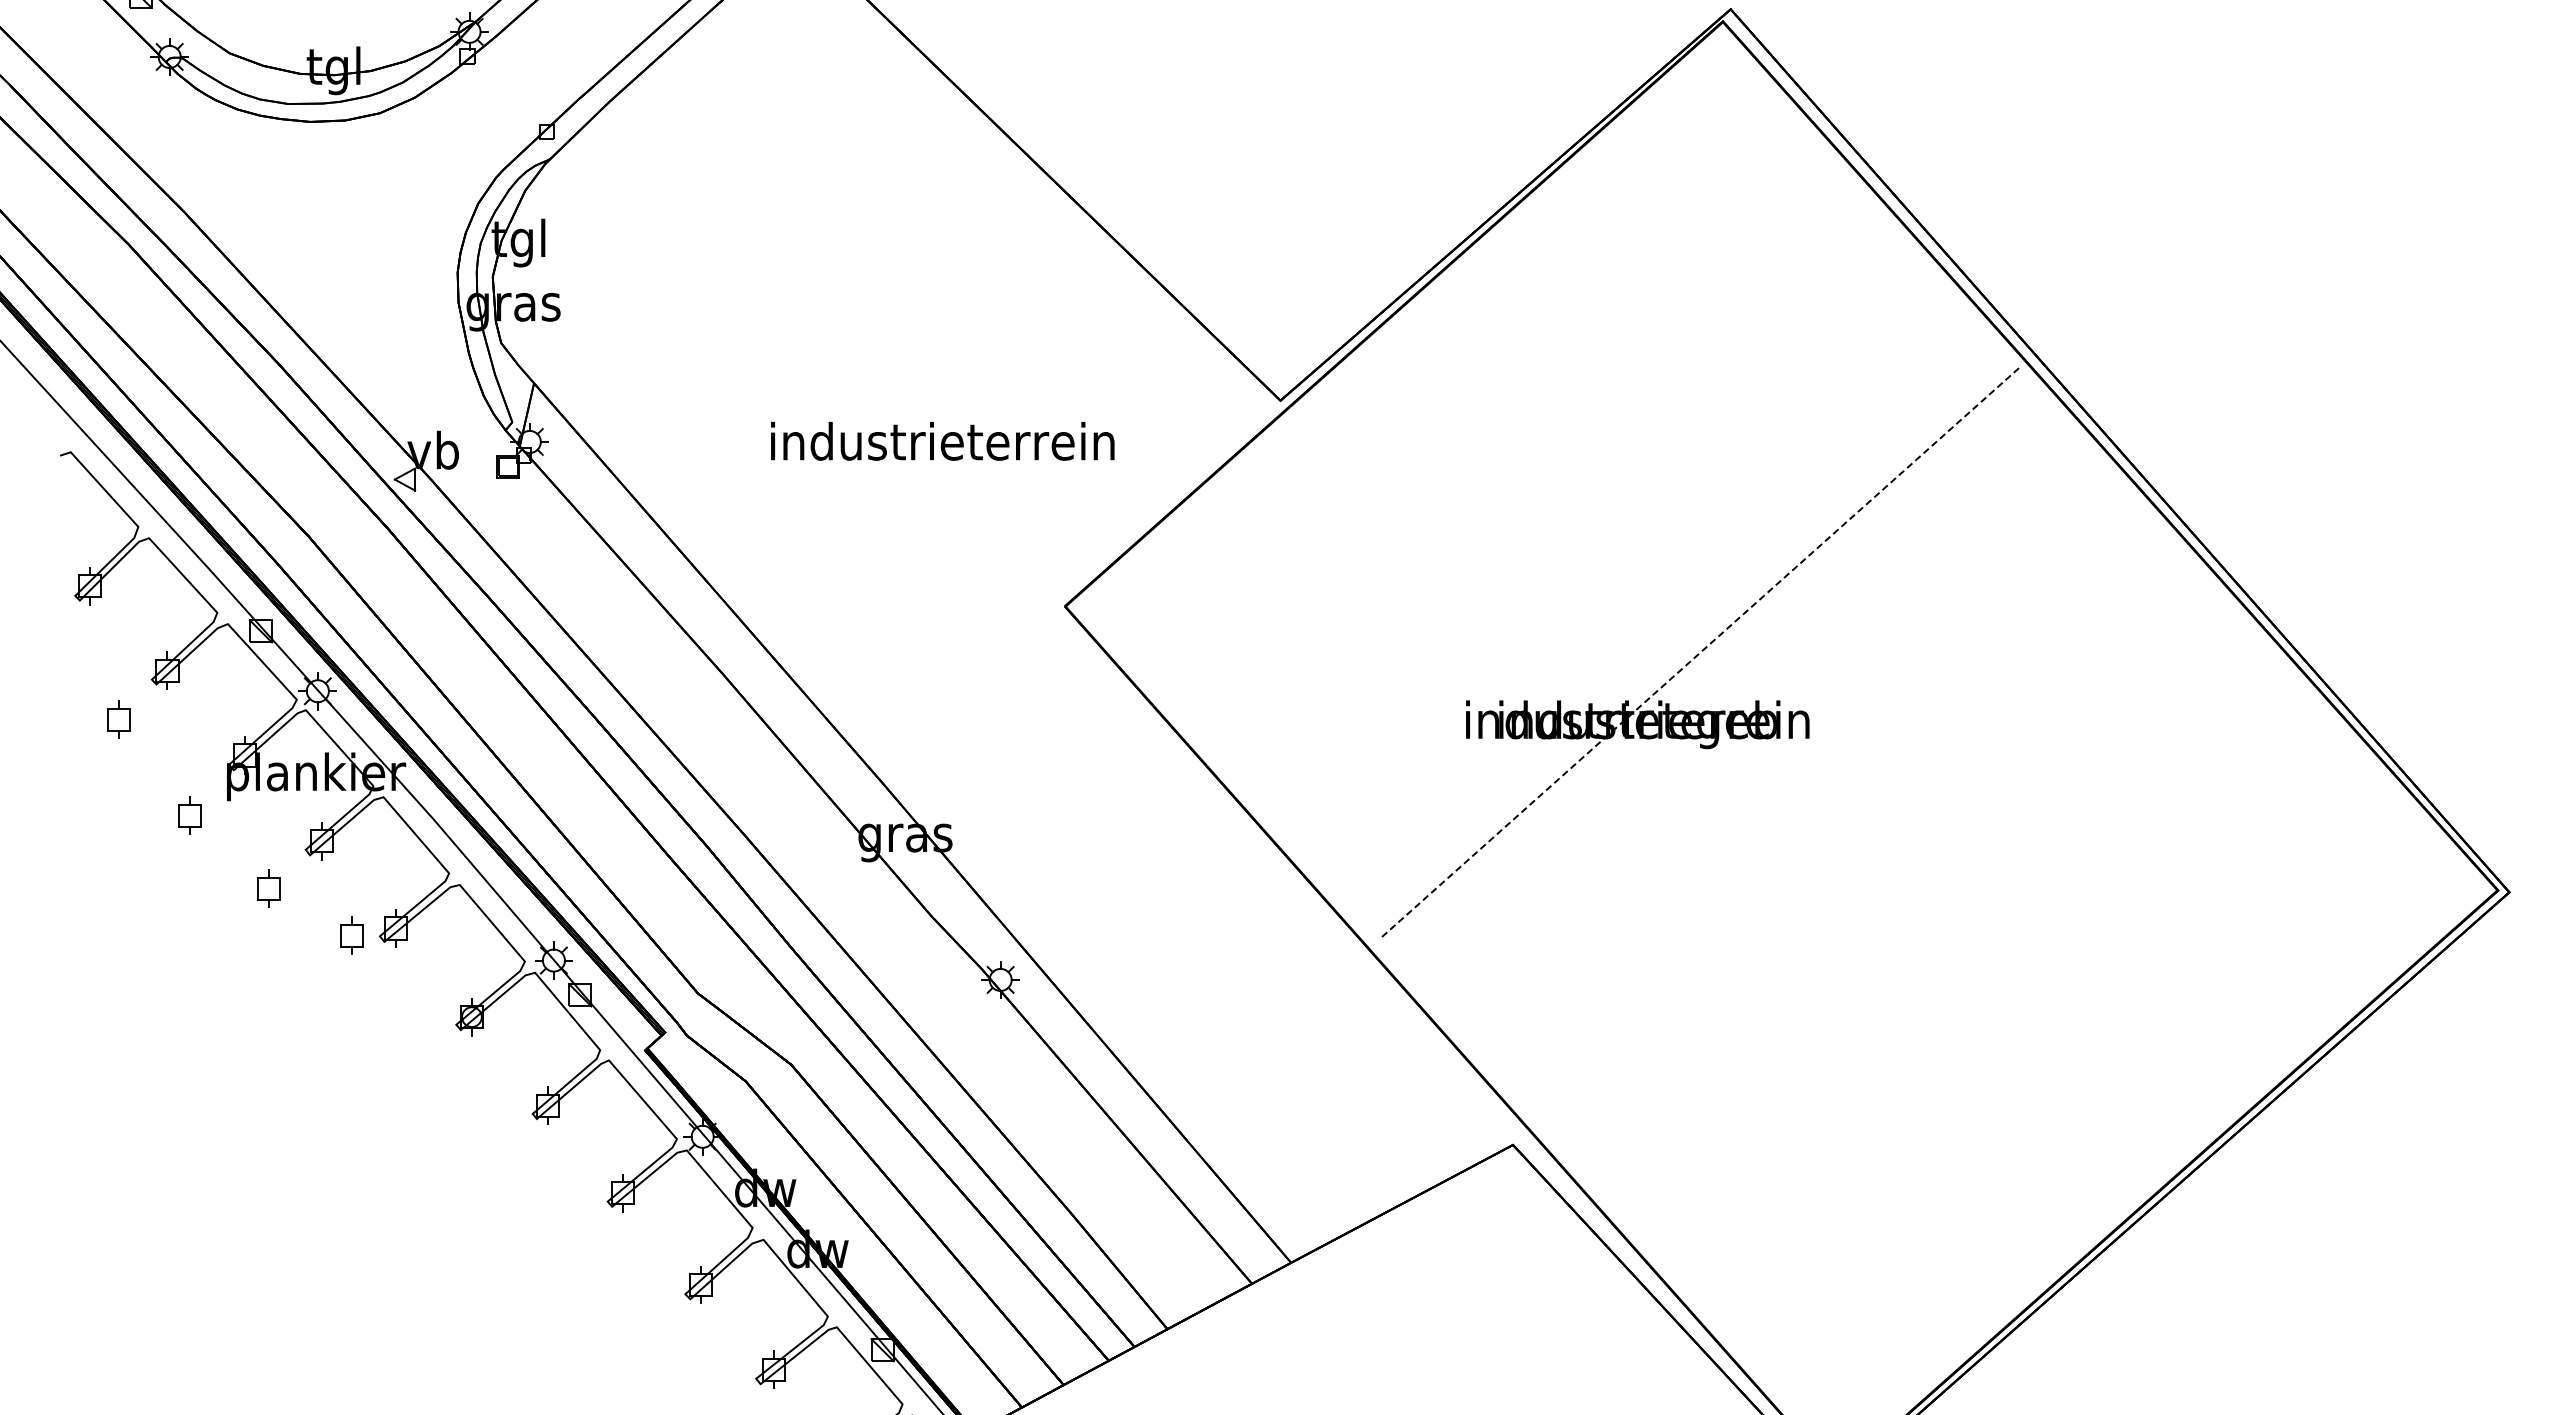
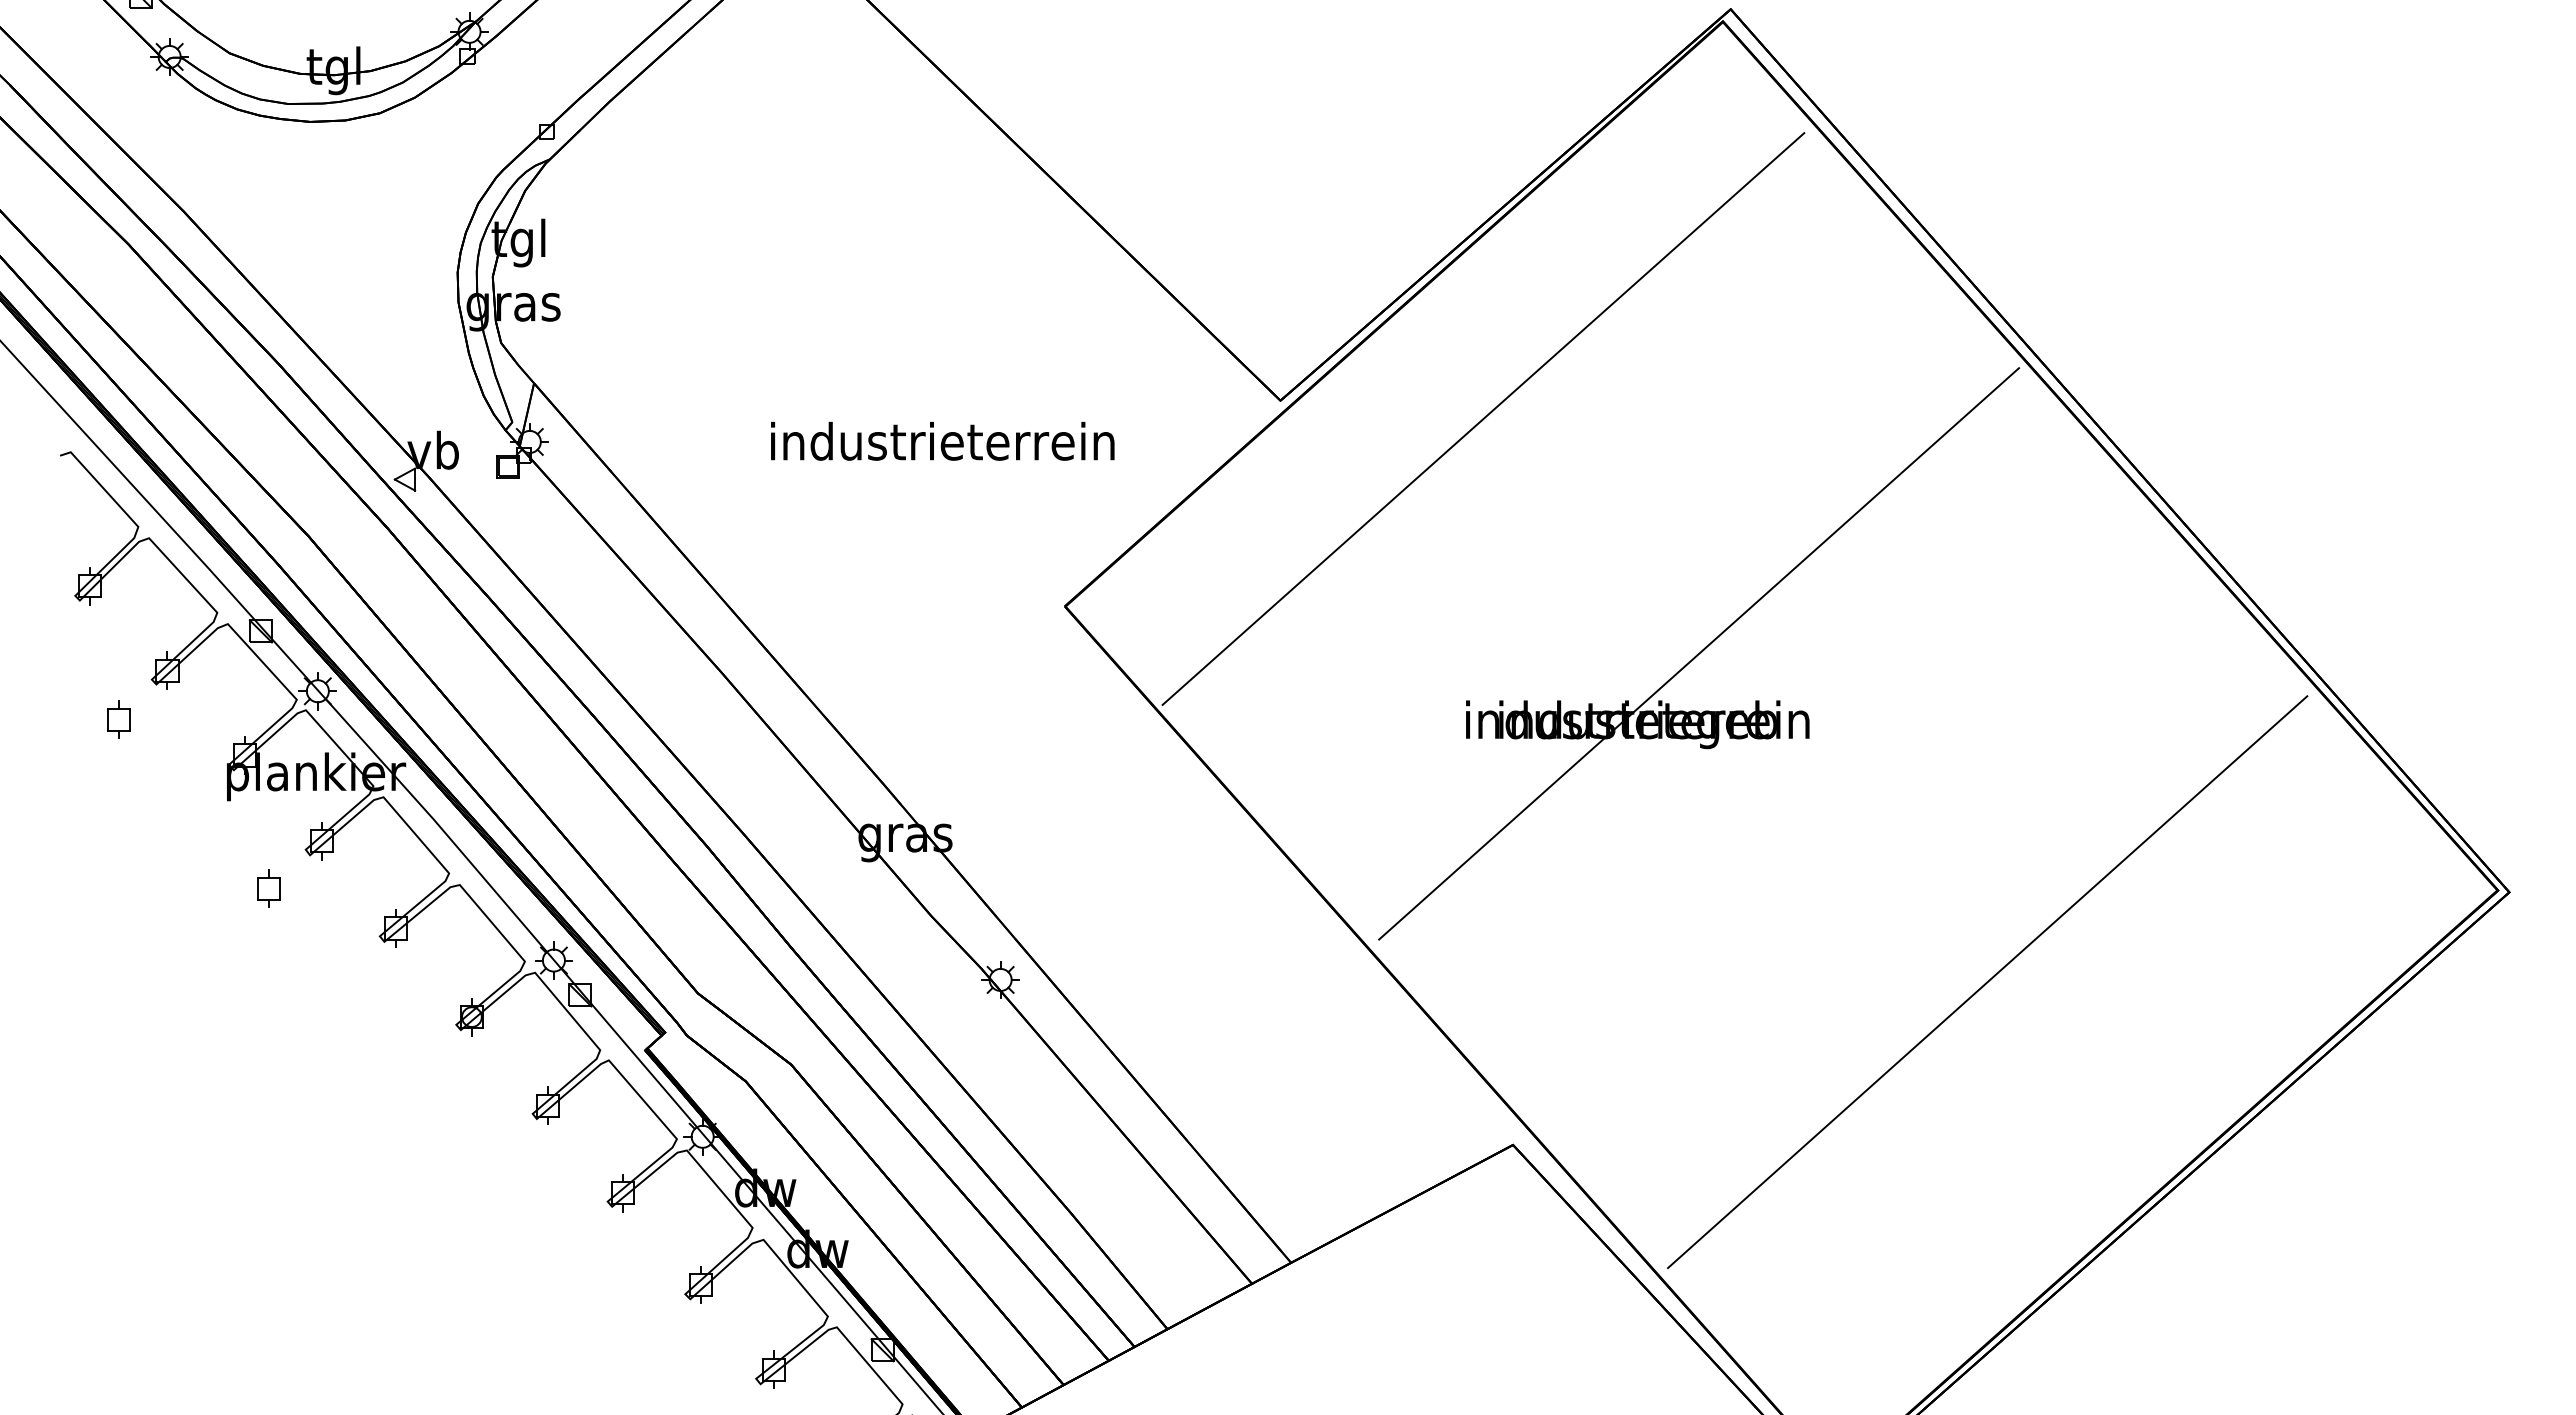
line at (1483, 418): none -> present
line at (1699, 653): dashed -> solid
part at (189, 815): present -> none
part at (351, 935): present -> none
line at (1987, 982): none -> present
